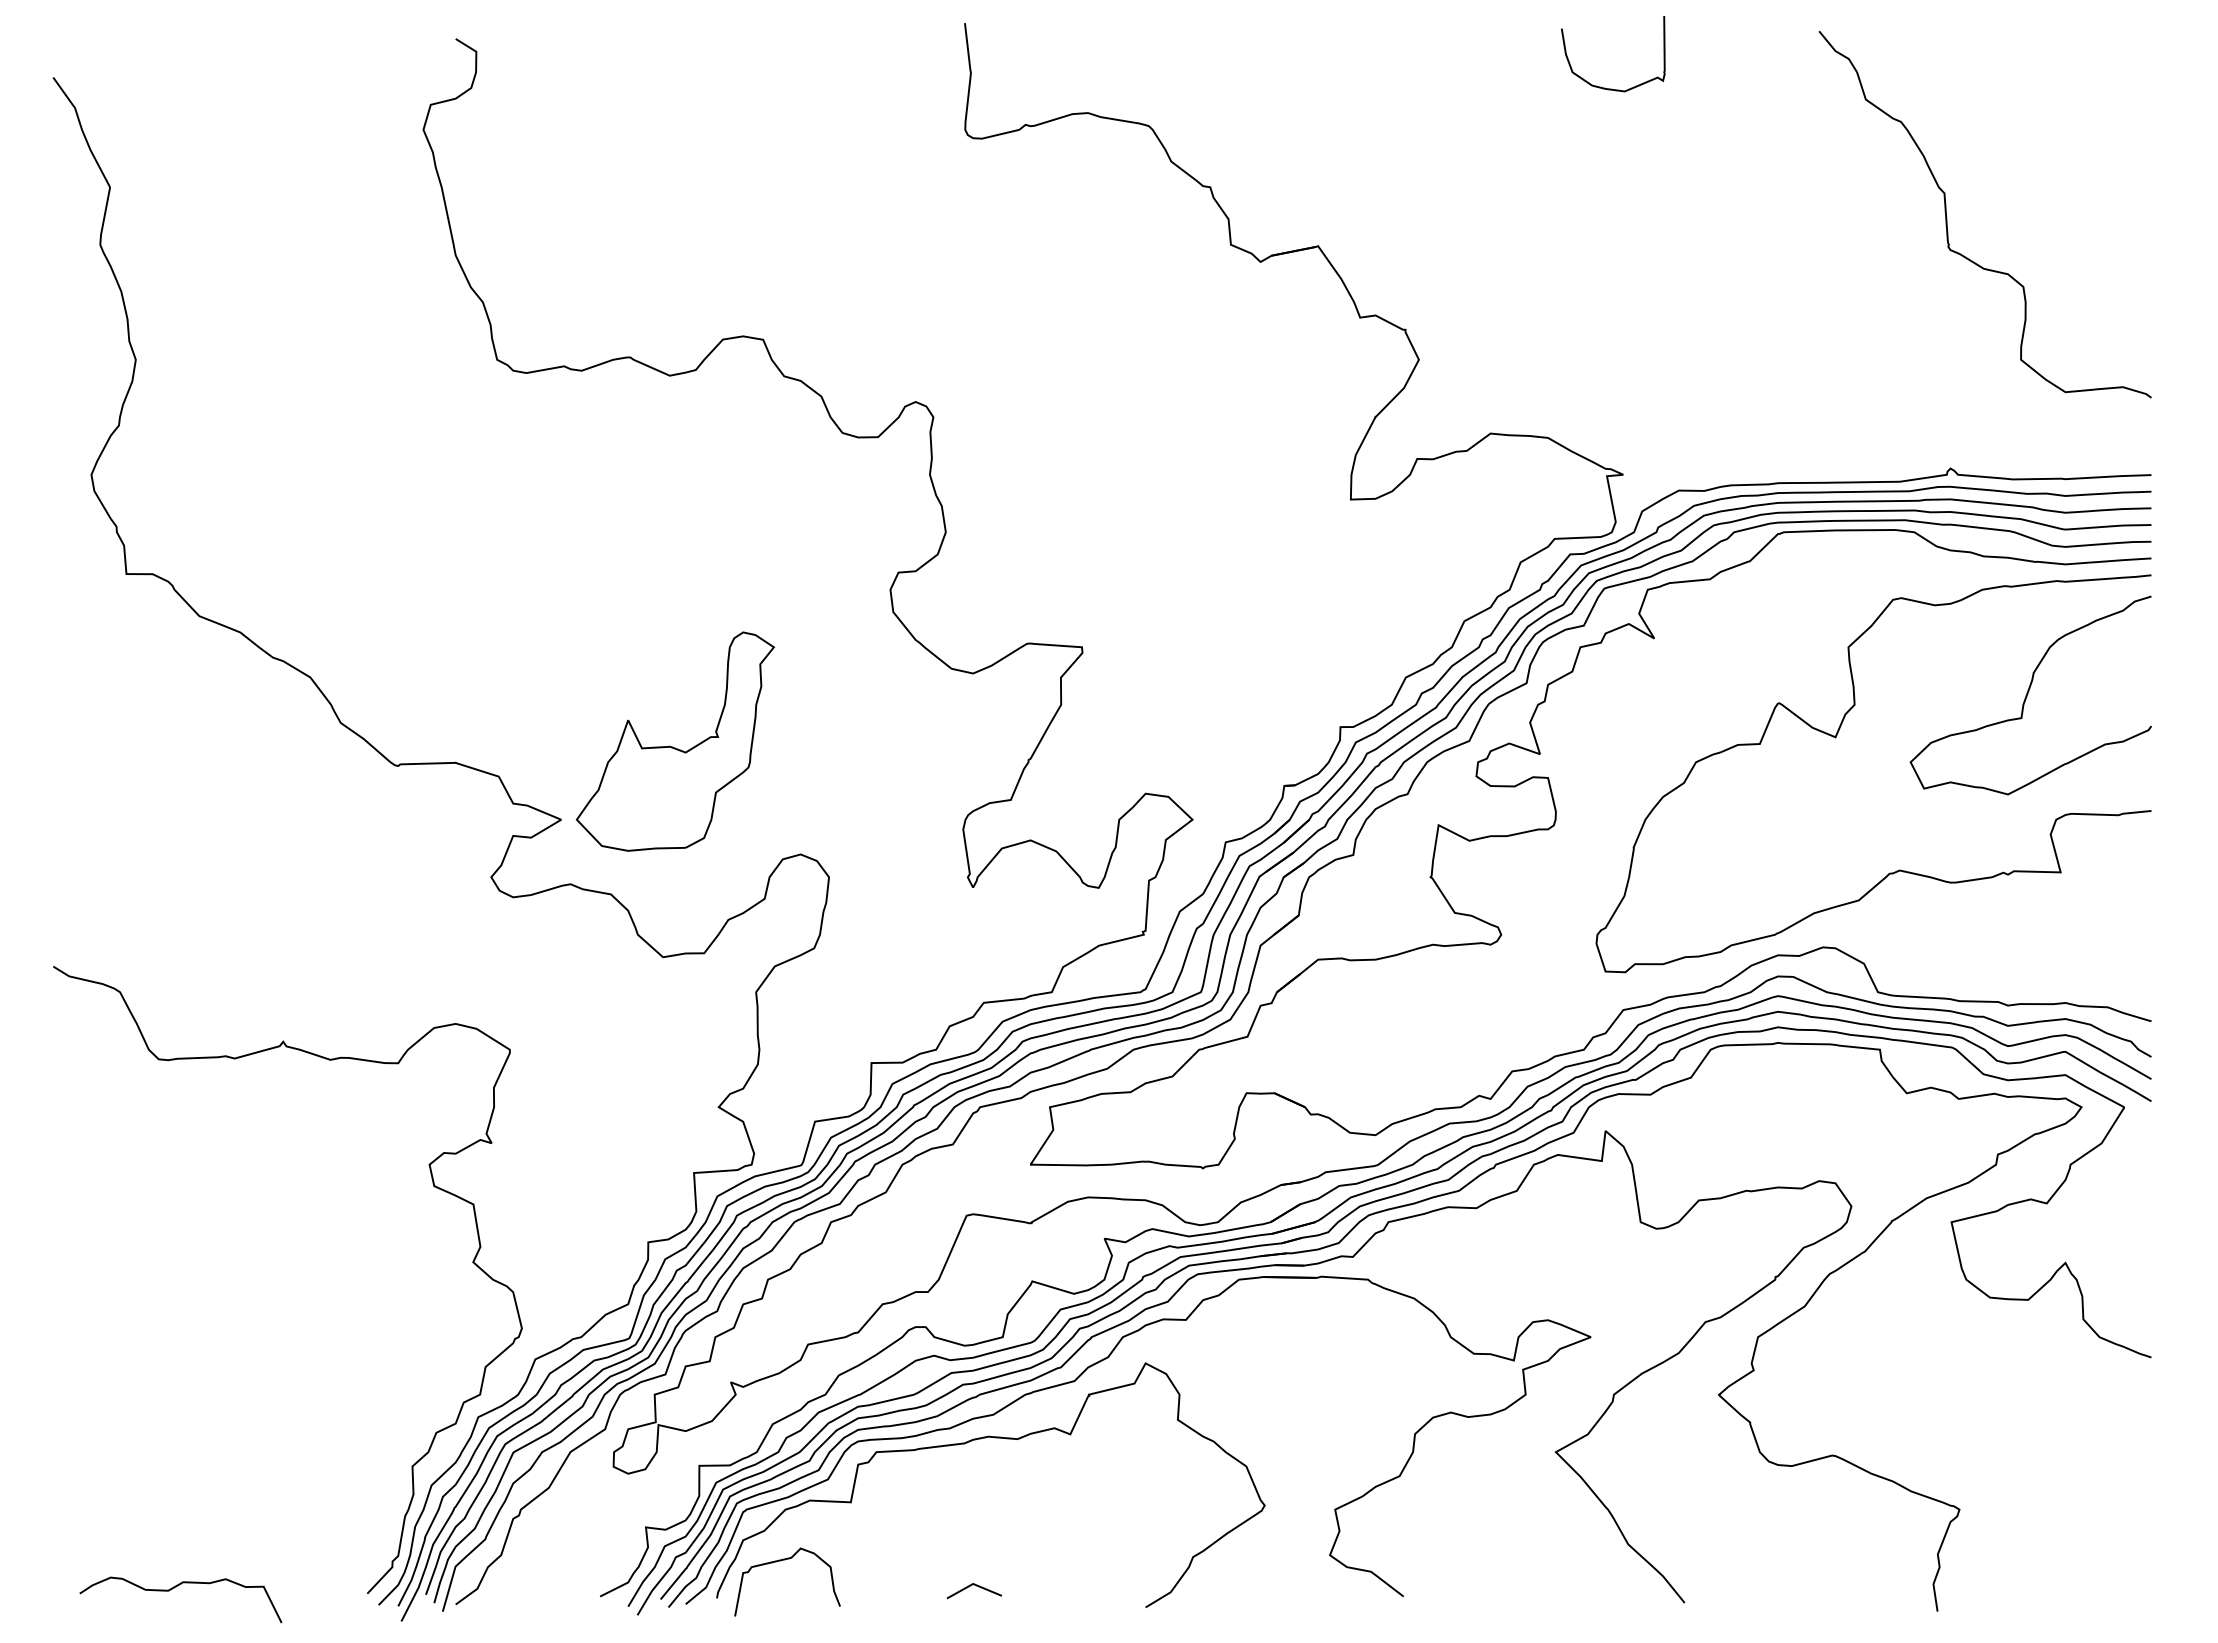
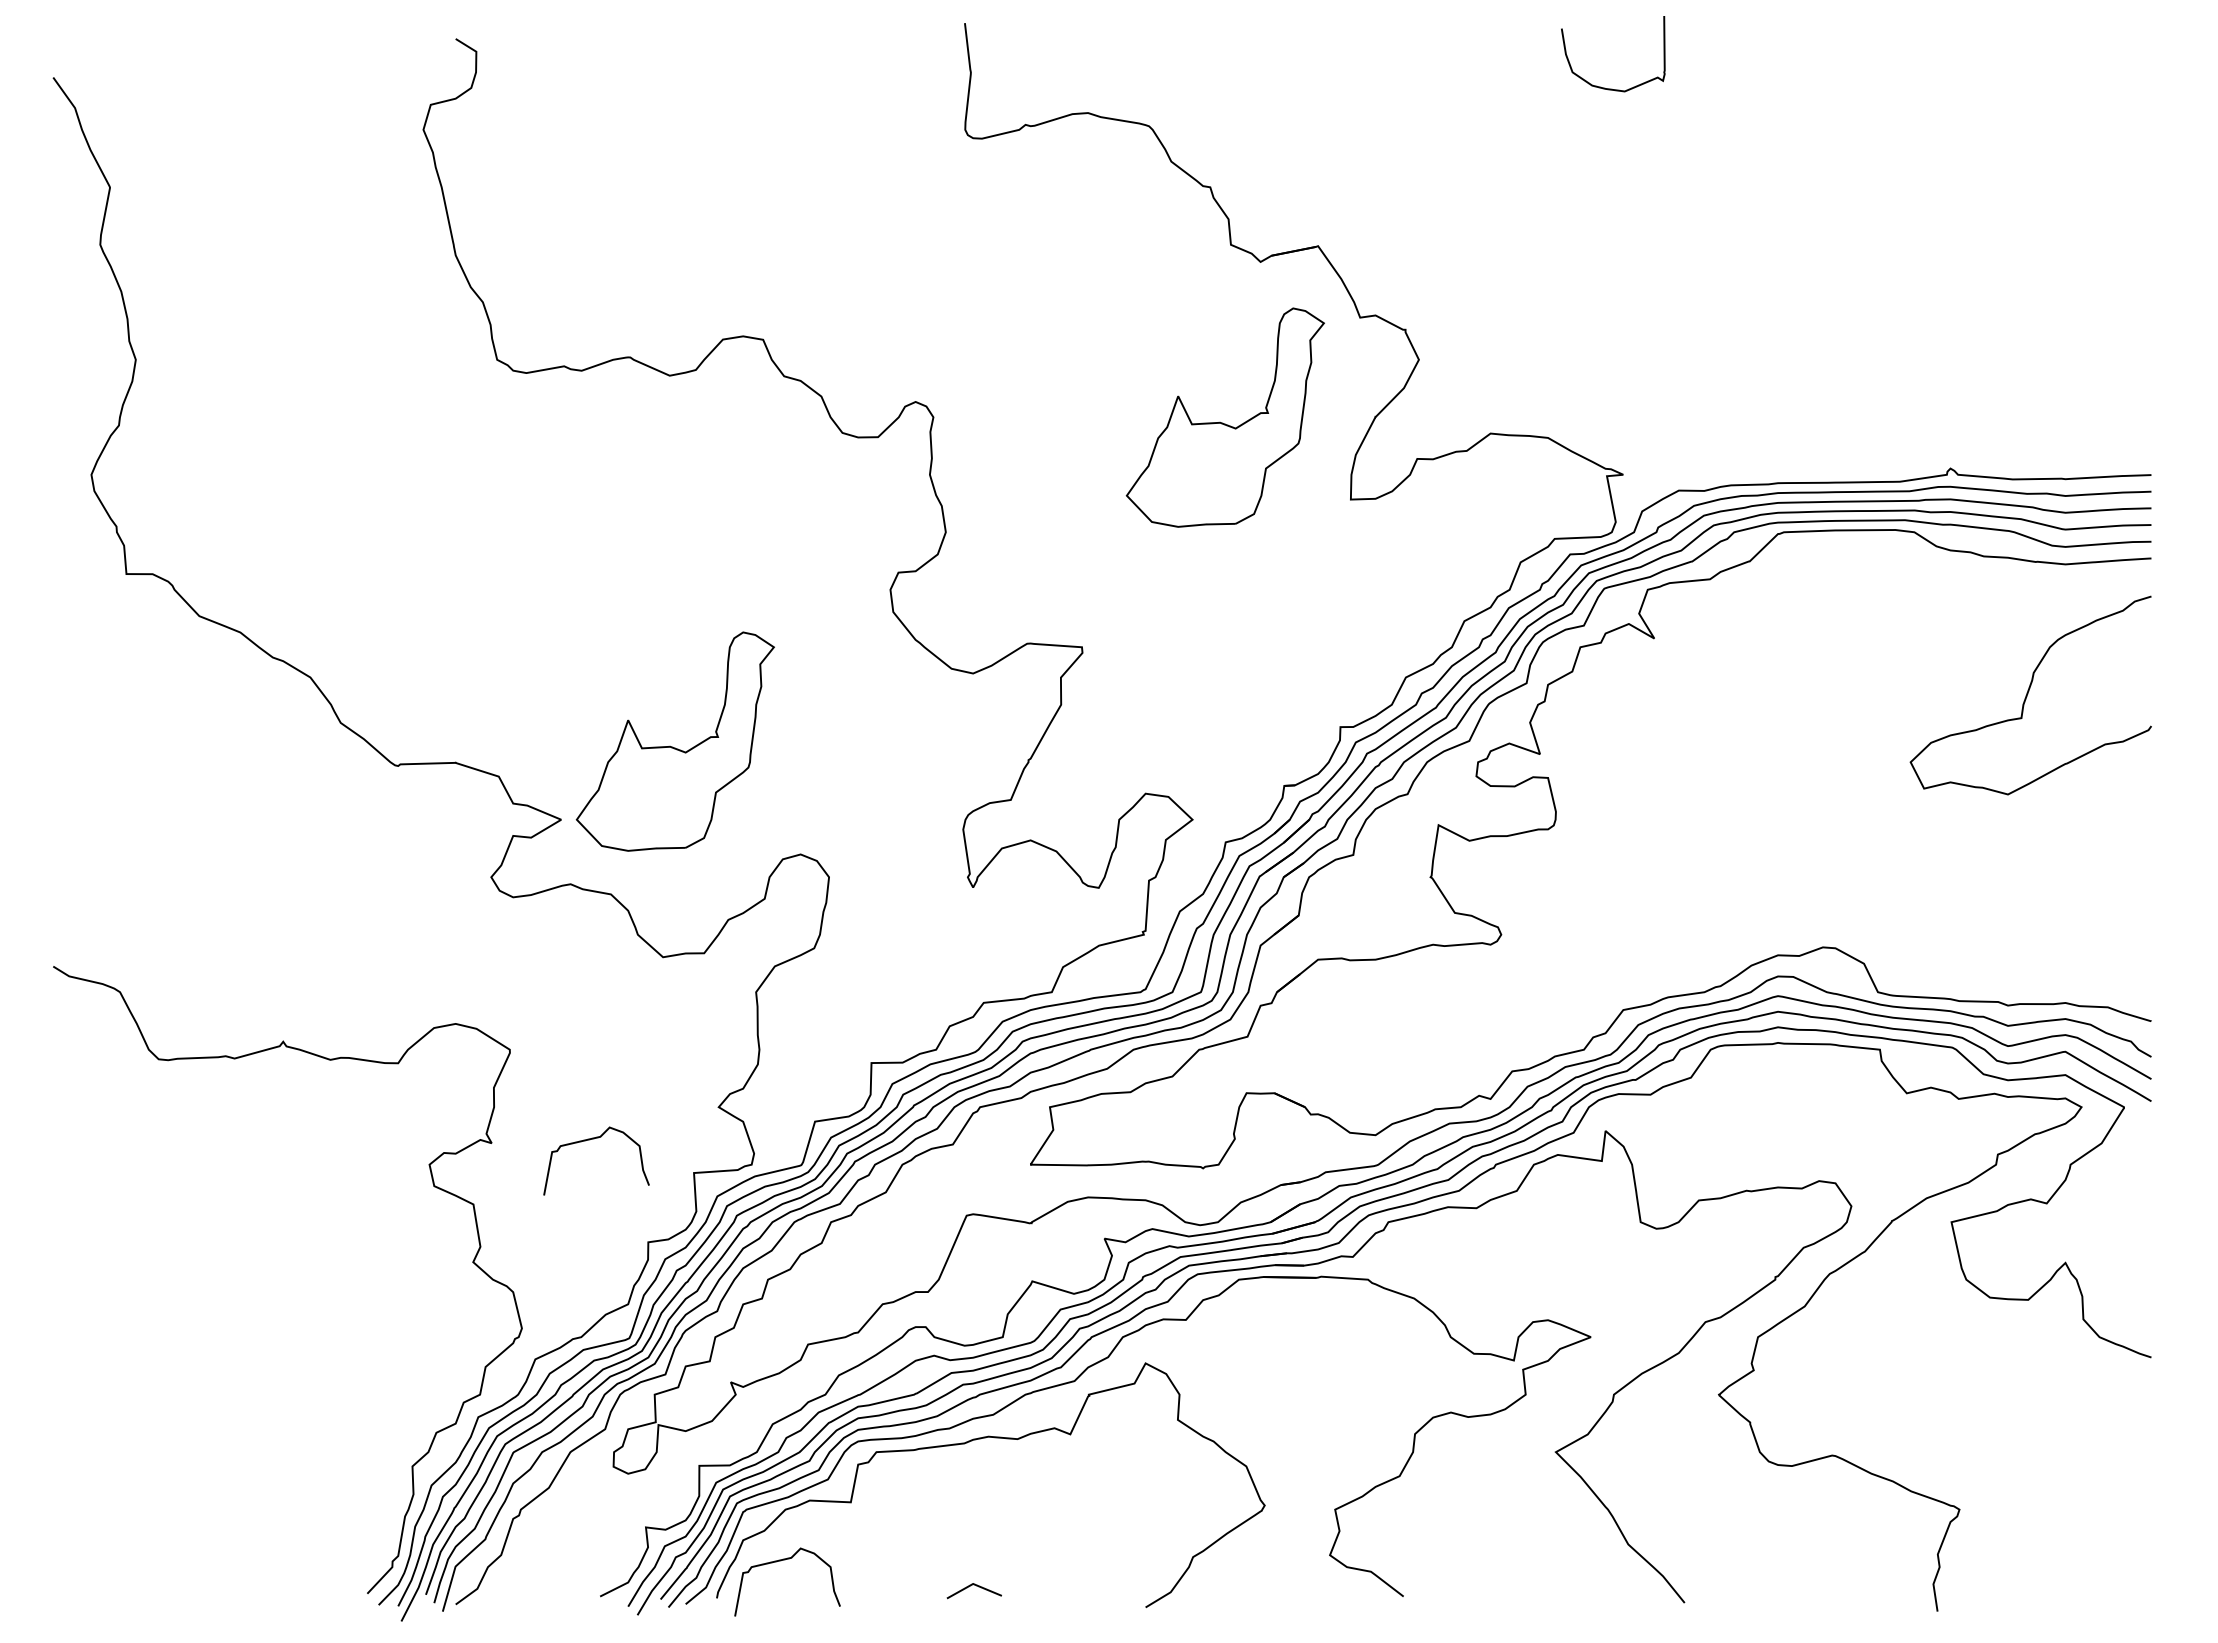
curve at (1947, 217): present -> none
part at (1224, 417): none -> present
curve at (1836, 737): present -> none
curve at (590, 1140): none -> present
curve at (174, 1588): present -> none
